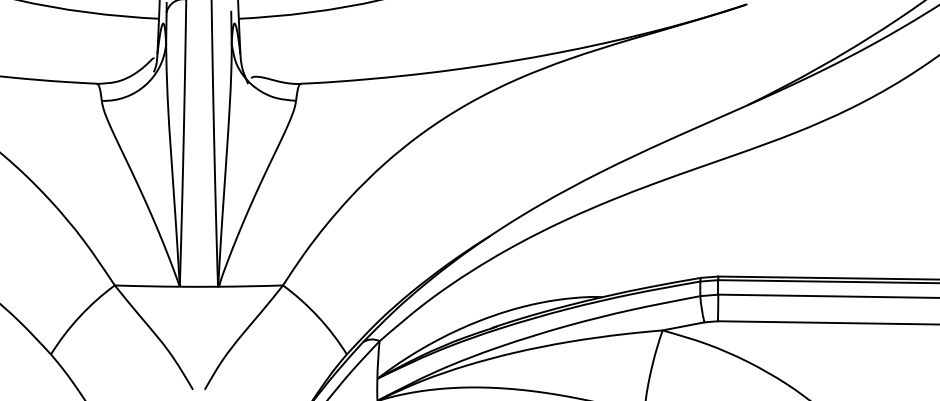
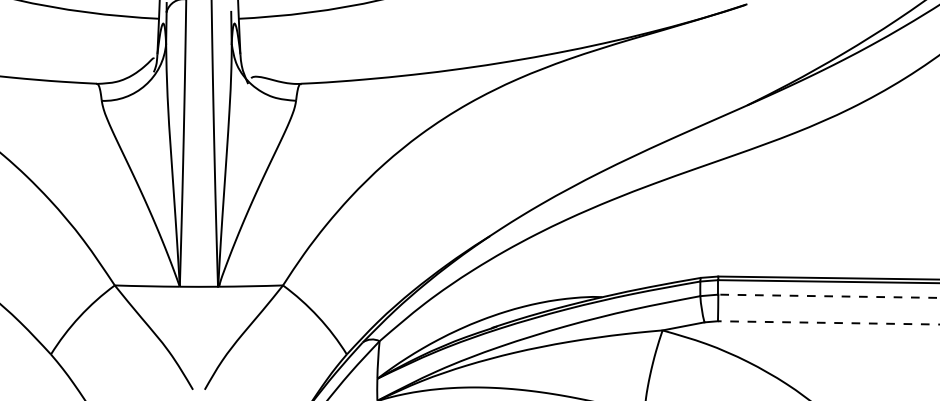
line at (828, 296): solid -> dashed
line at (828, 322): solid -> dashed
